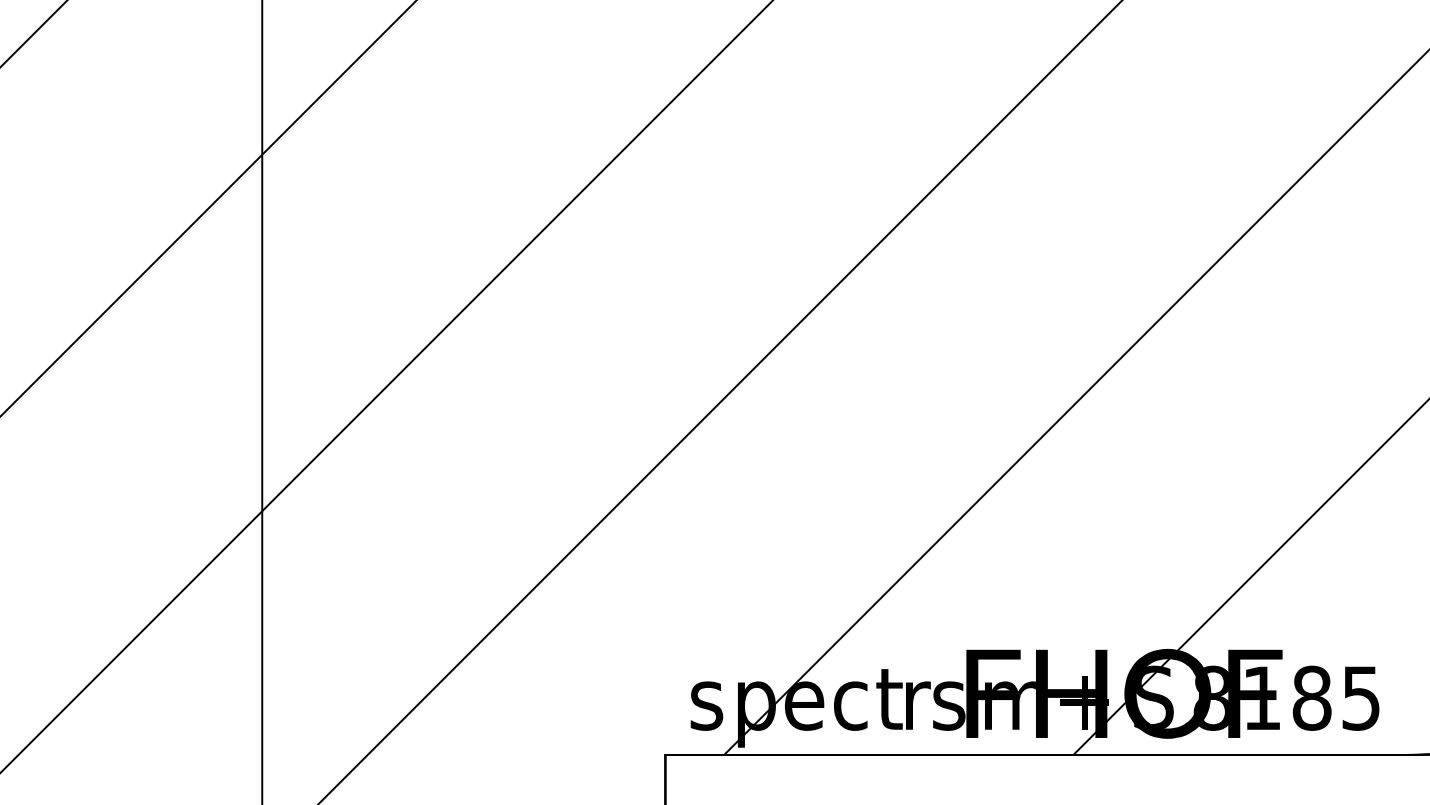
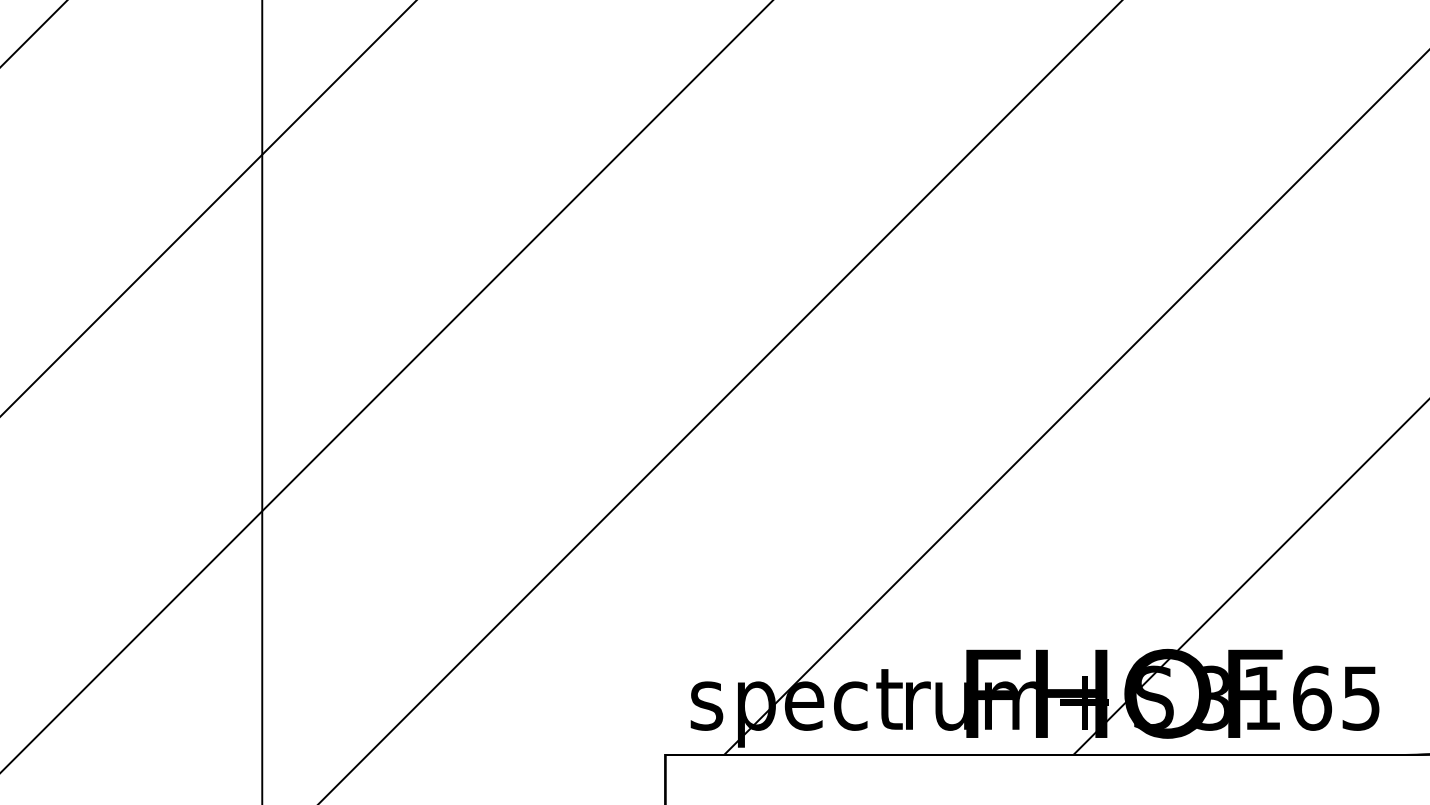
text at (1210, 697): 8 -> 3
text at (1312, 697): 8 -> 6
text at (949, 705): s -> u
